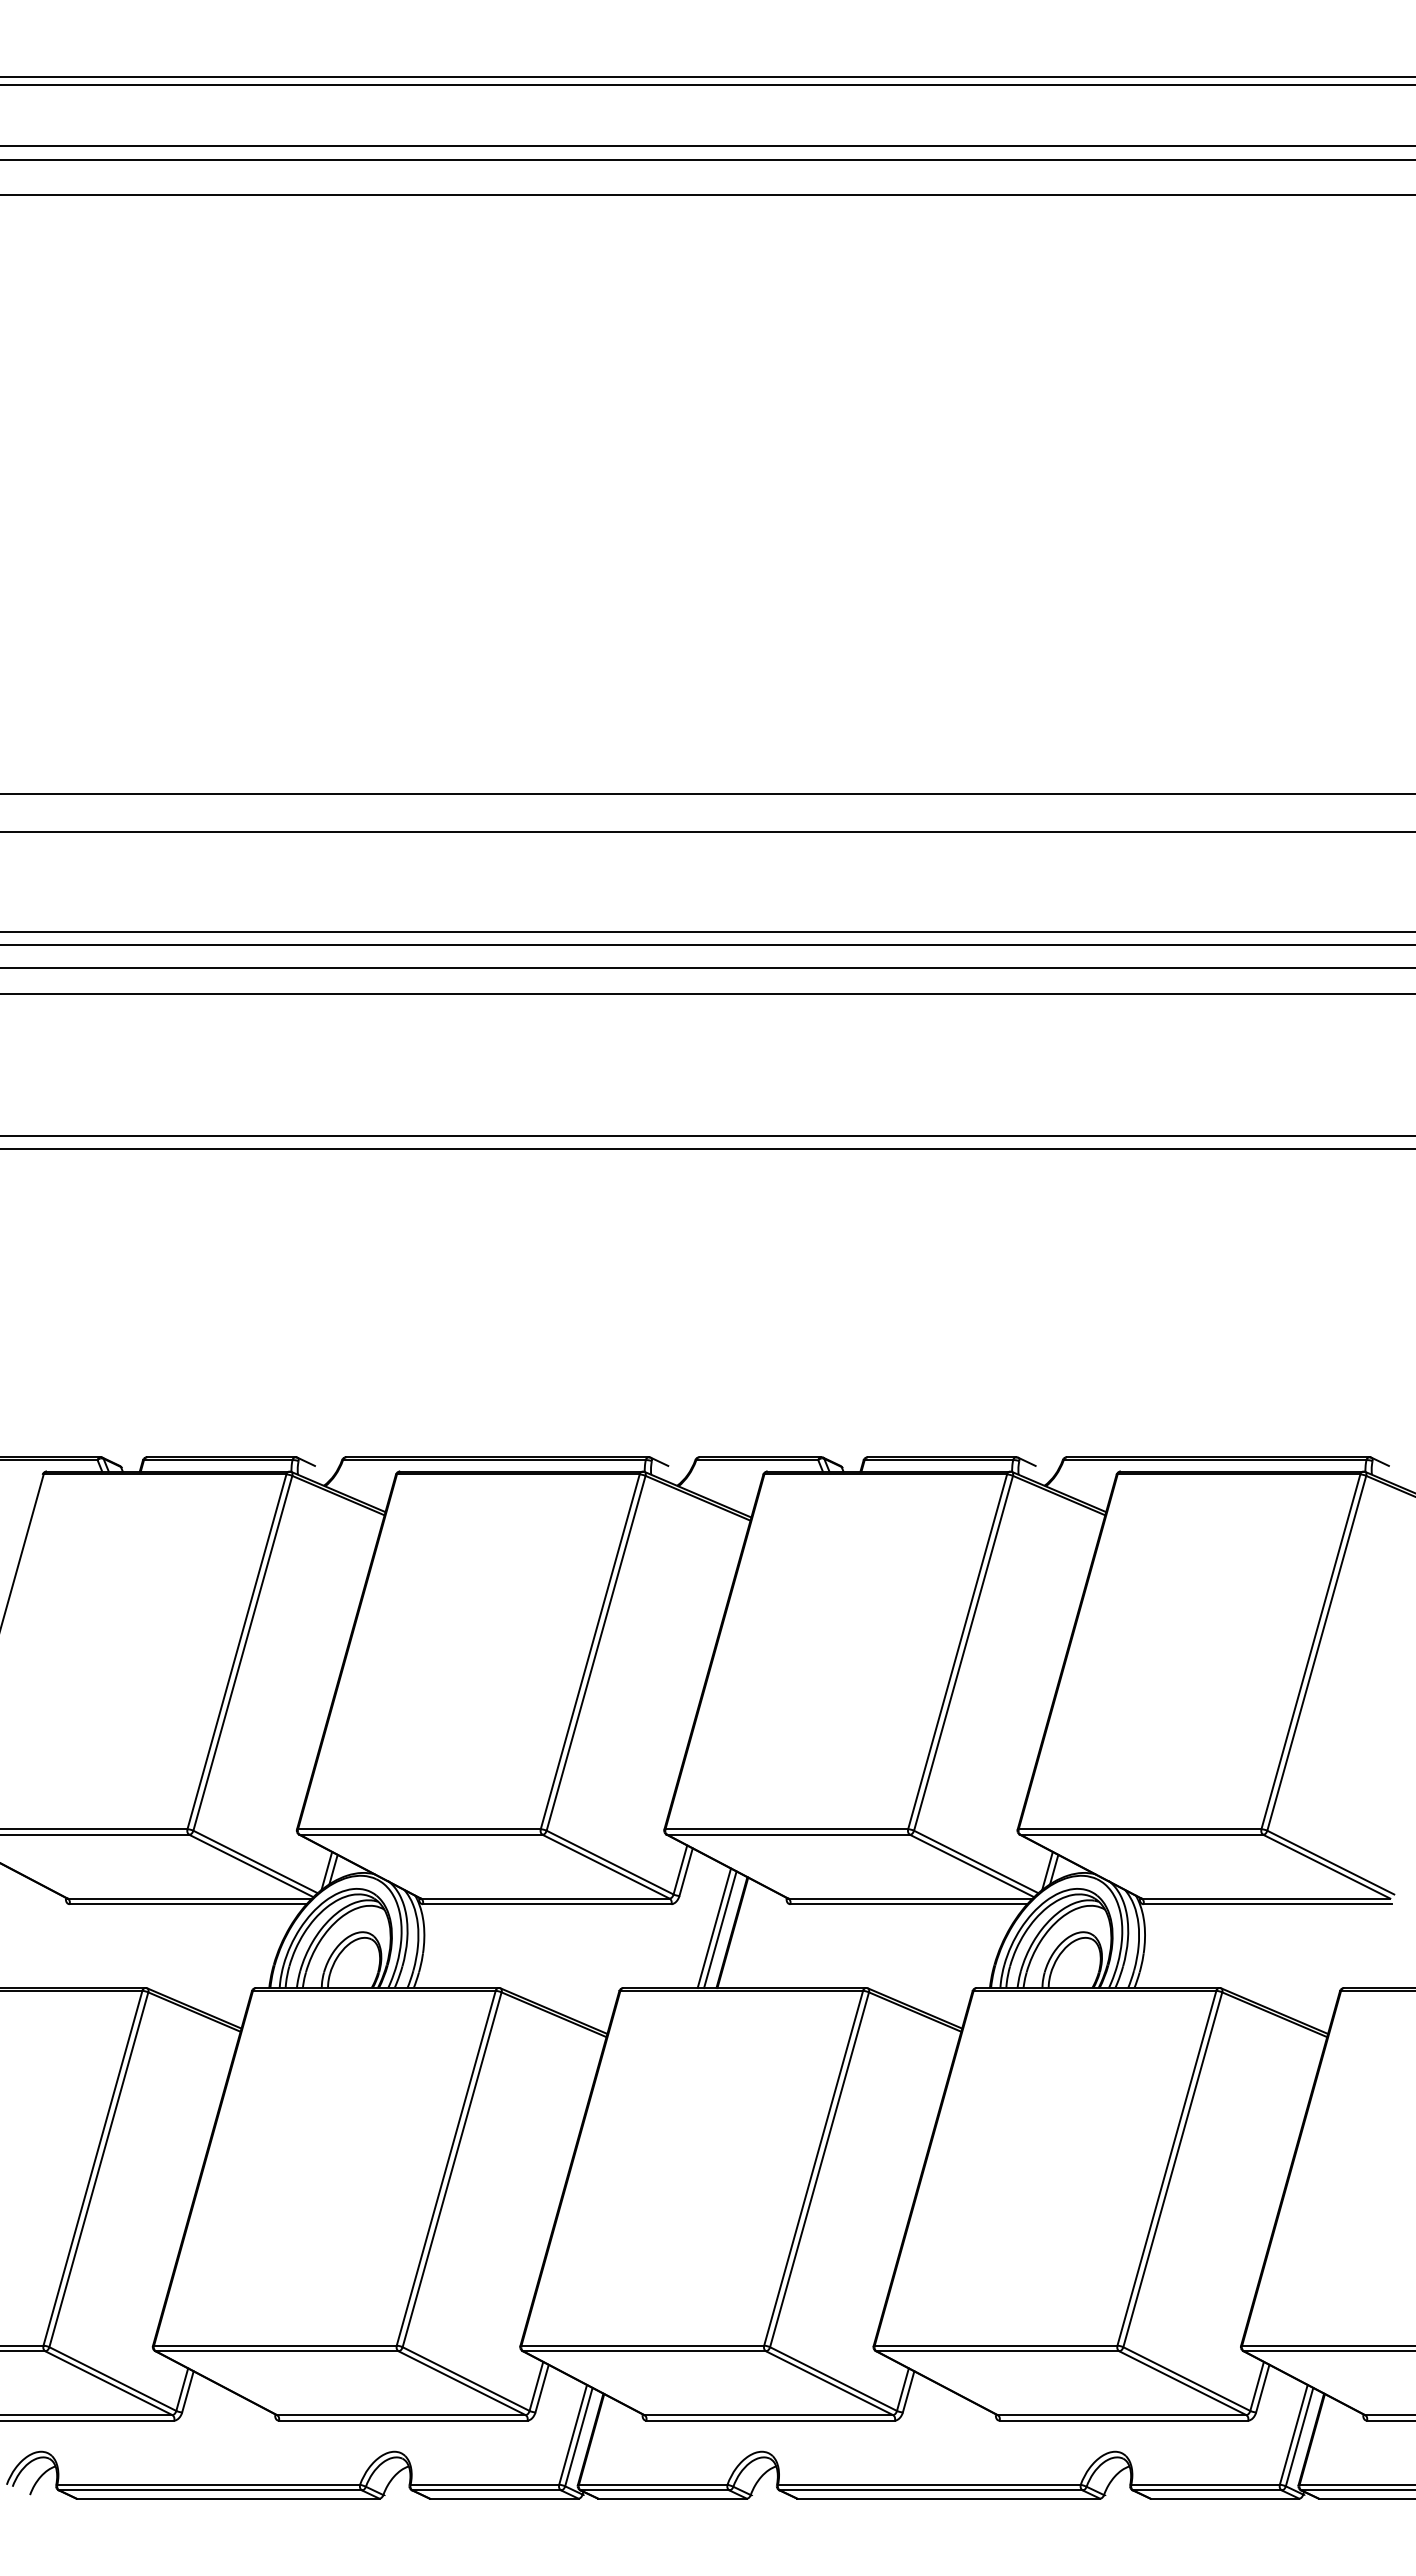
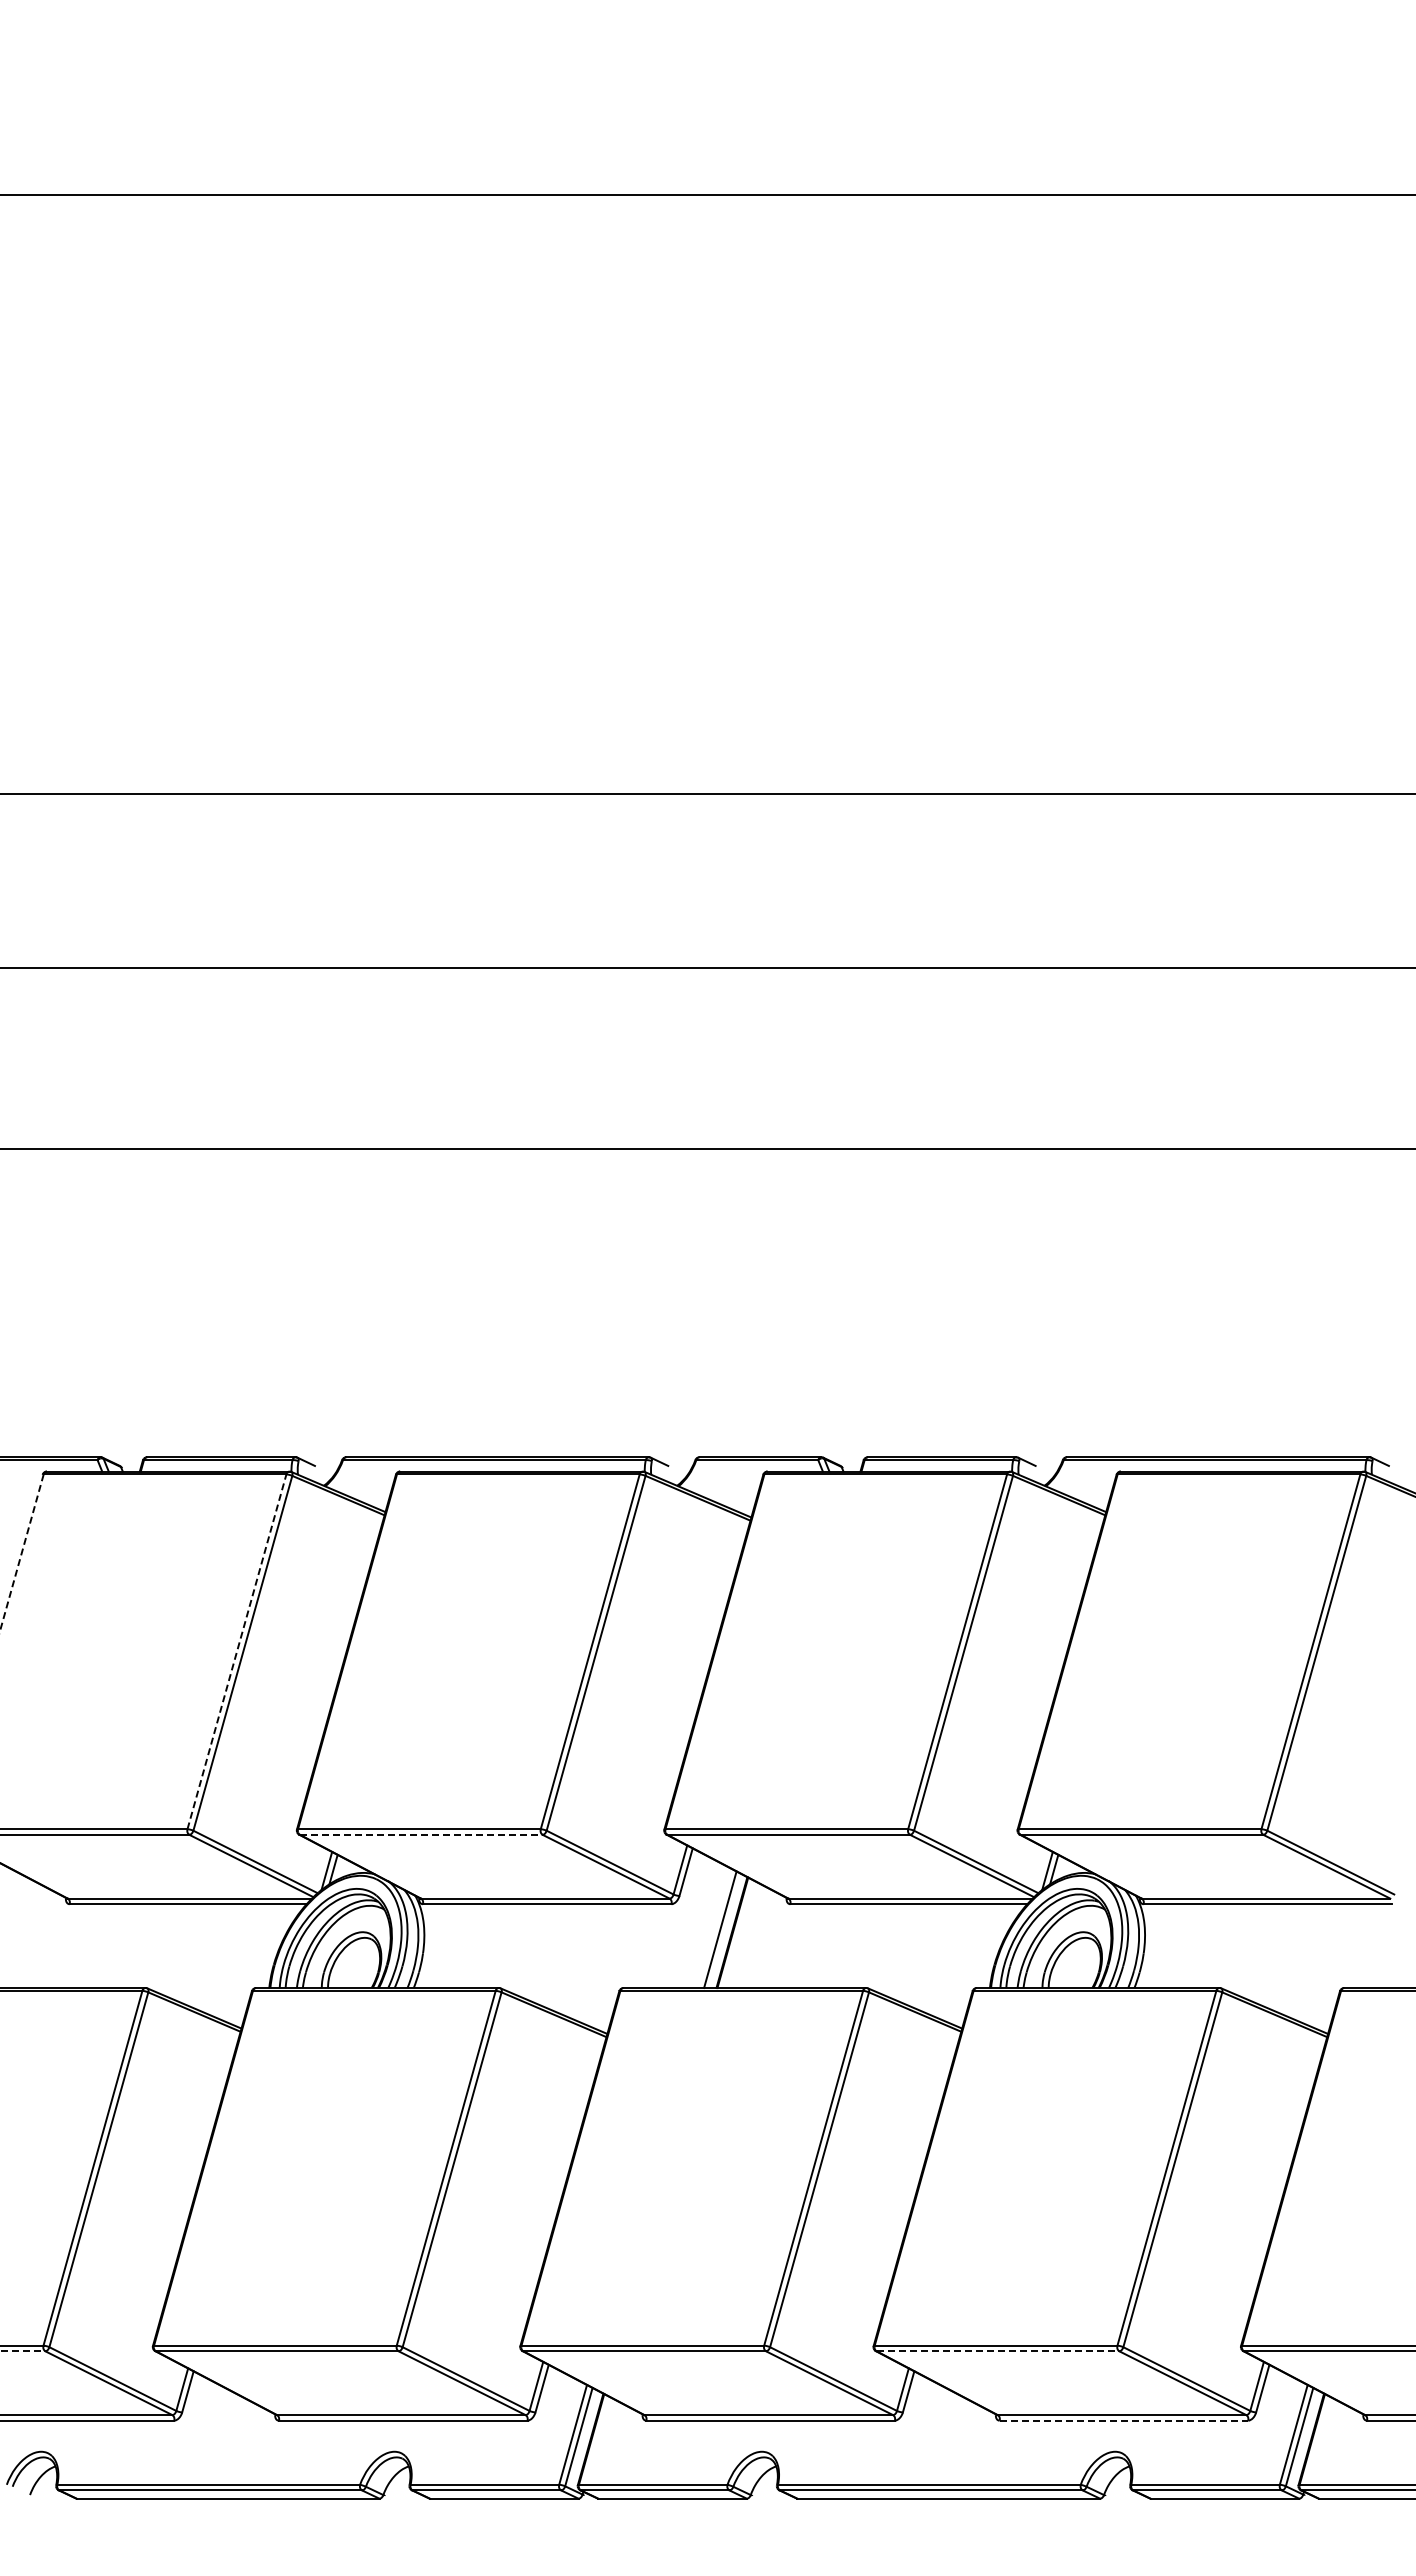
line at (707, 77): present -> none
line at (707, 84): present -> none
line at (707, 146): present -> none
line at (707, 160): present -> none
line at (707, 831): present -> none
line at (707, 931): present -> none
line at (707, 944): present -> none
line at (707, 993): present -> none
line at (707, 1136): present -> none
line at (21, 1553): solid -> dashed
line at (237, 1651): solid -> dashed
line at (421, 1834): solid -> dashed
line at (713, 1928): present -> none
line at (23, 2351): solid -> dashed
line at (998, 2351): solid -> dashed
line at (1124, 2420): solid -> dashed
